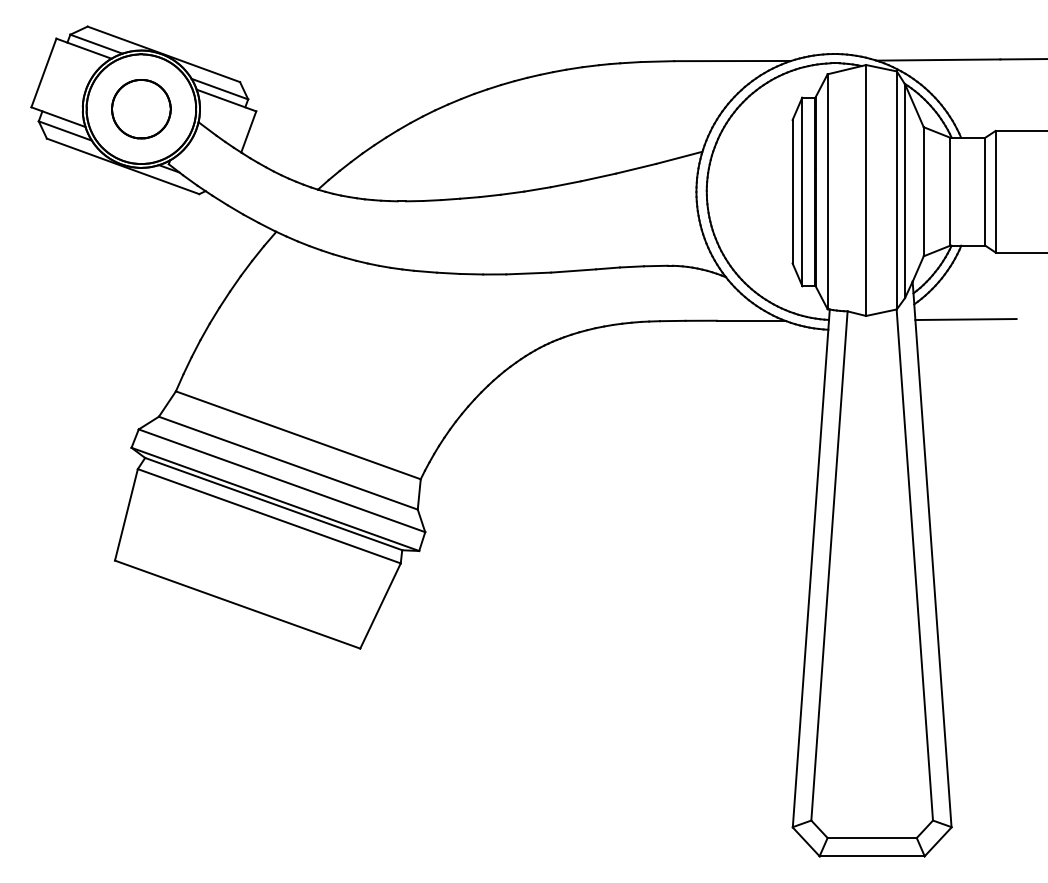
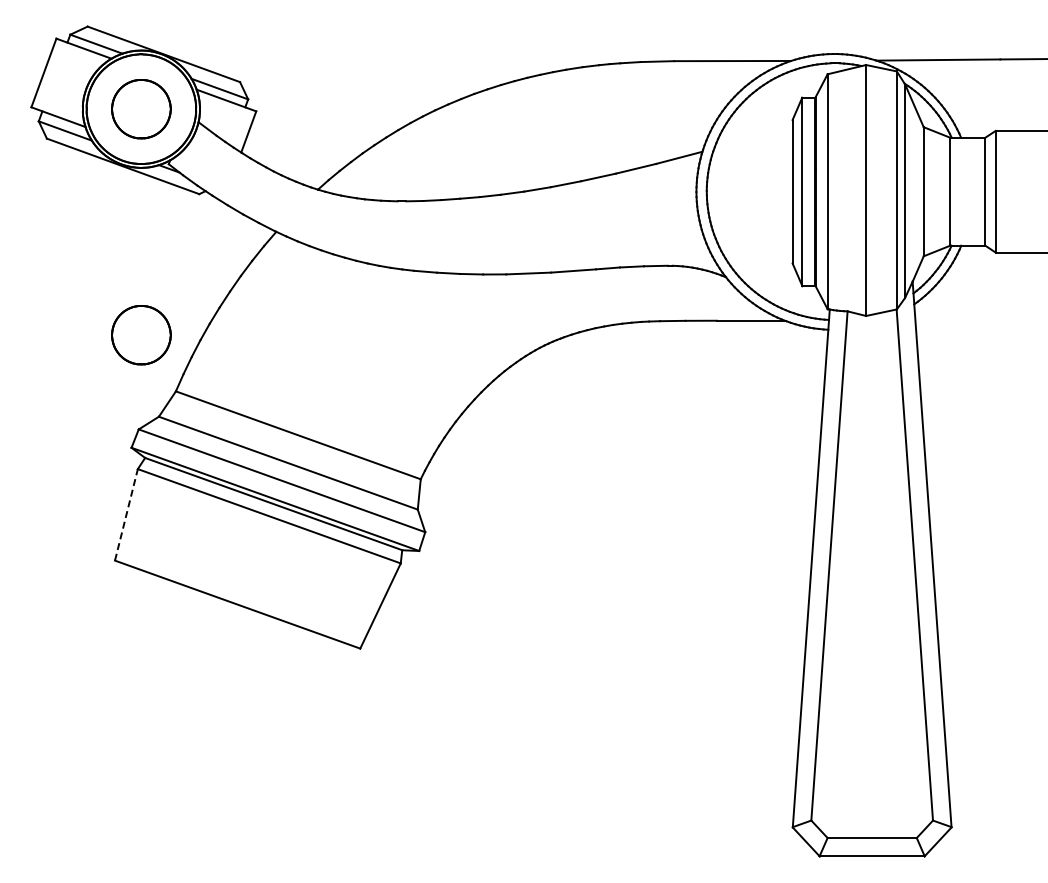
line at (965, 319): present -> none
part at (141, 335): none -> present
line at (126, 514): solid -> dashed
